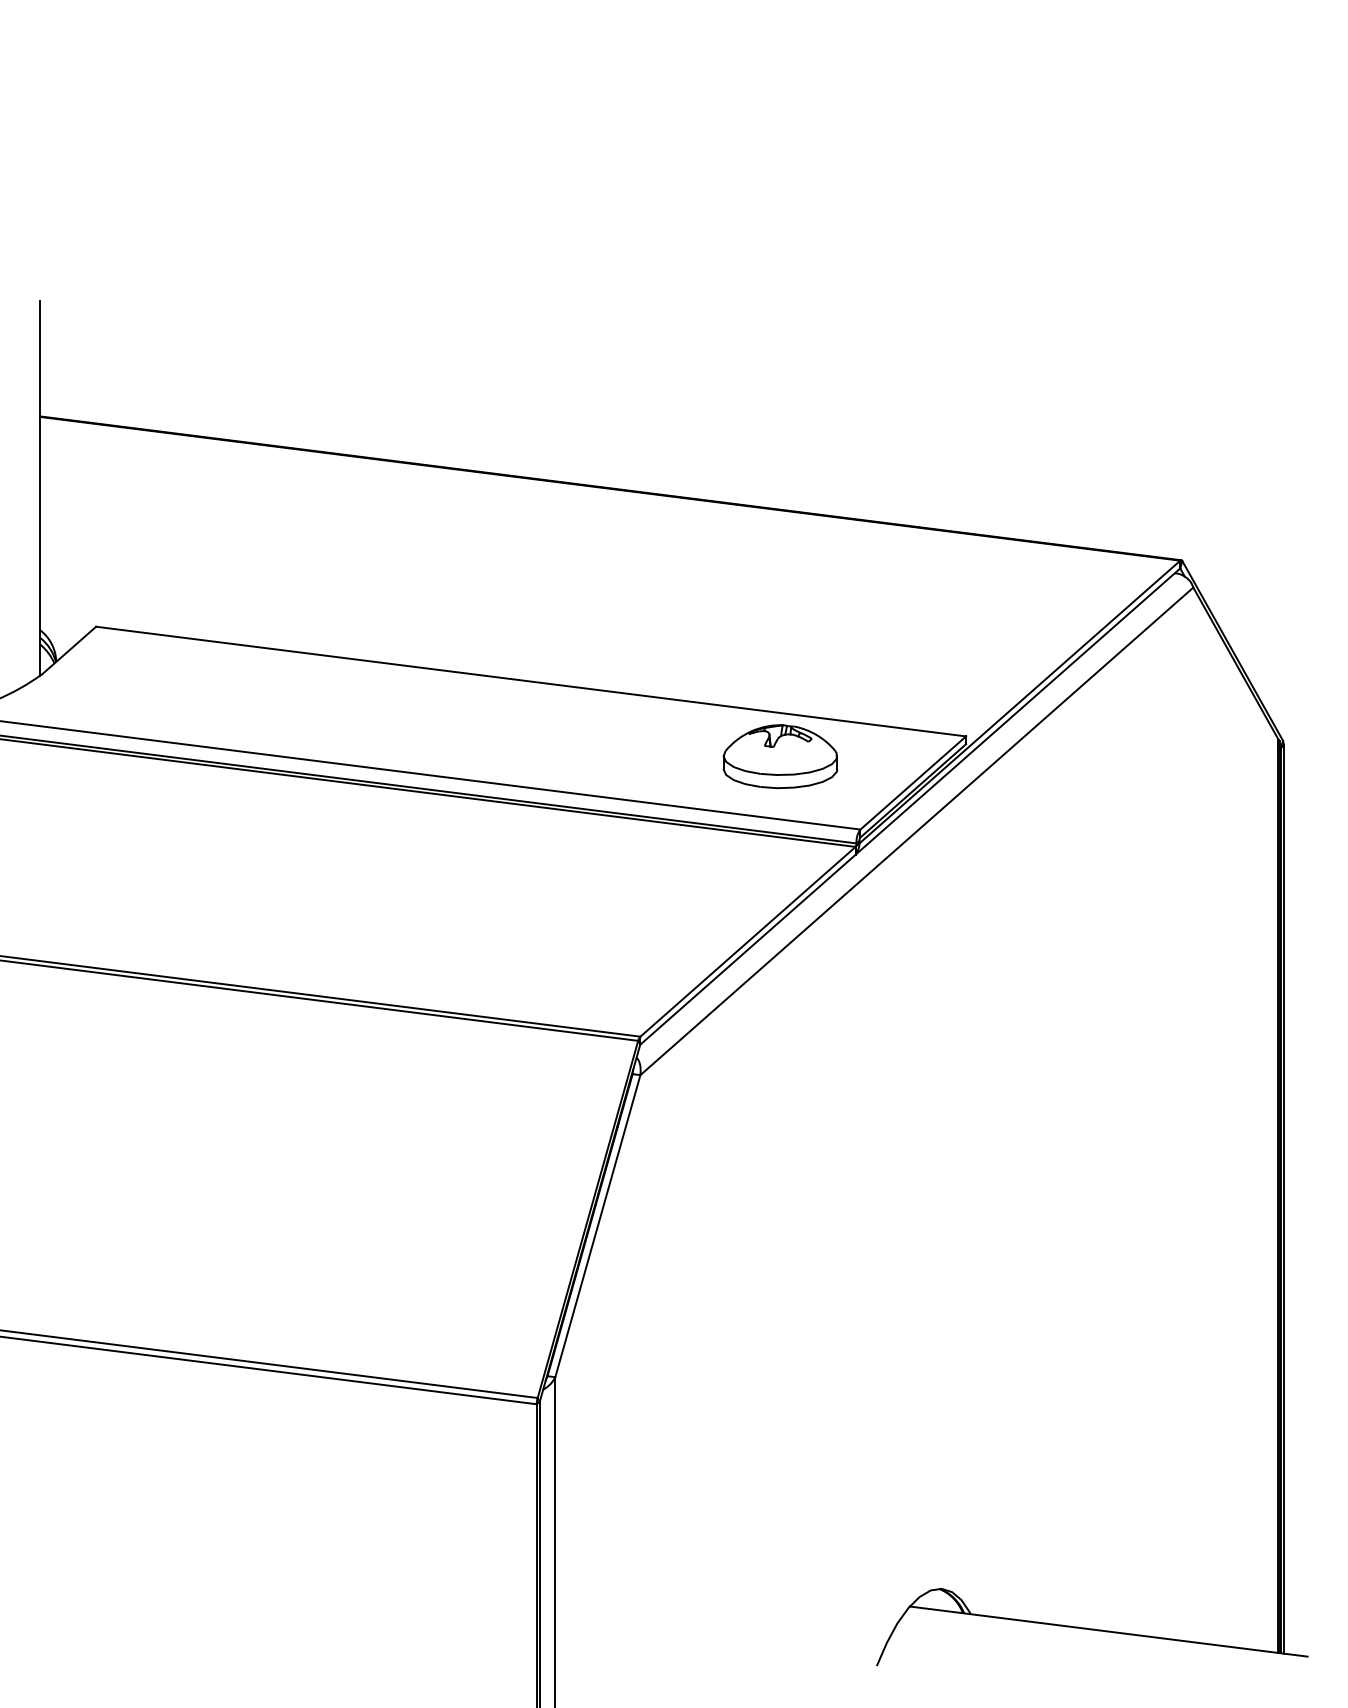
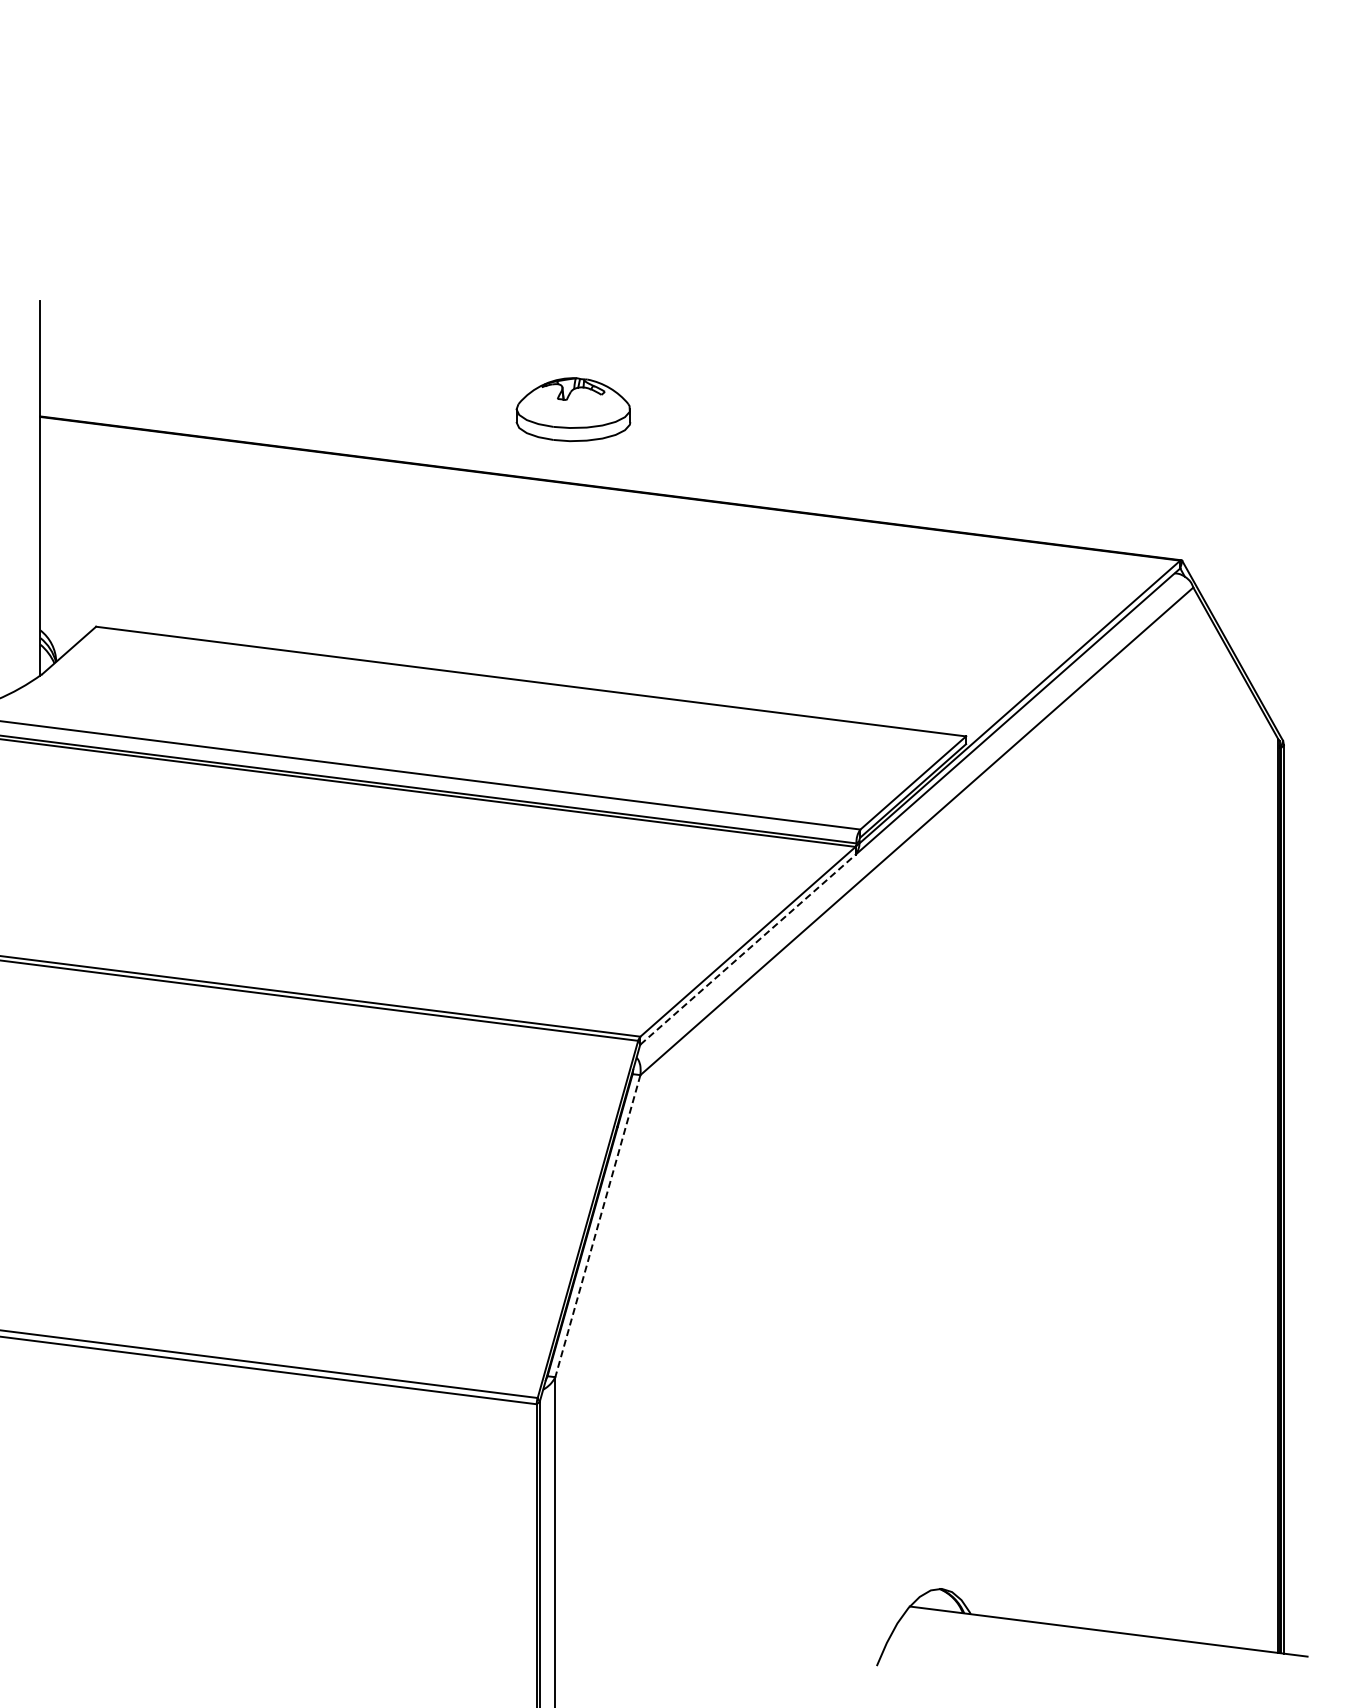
part at (780, 756) position: (780, 756) -> (573, 409)
line at (748, 949): solid -> dashed
line at (597, 1226): solid -> dashed
